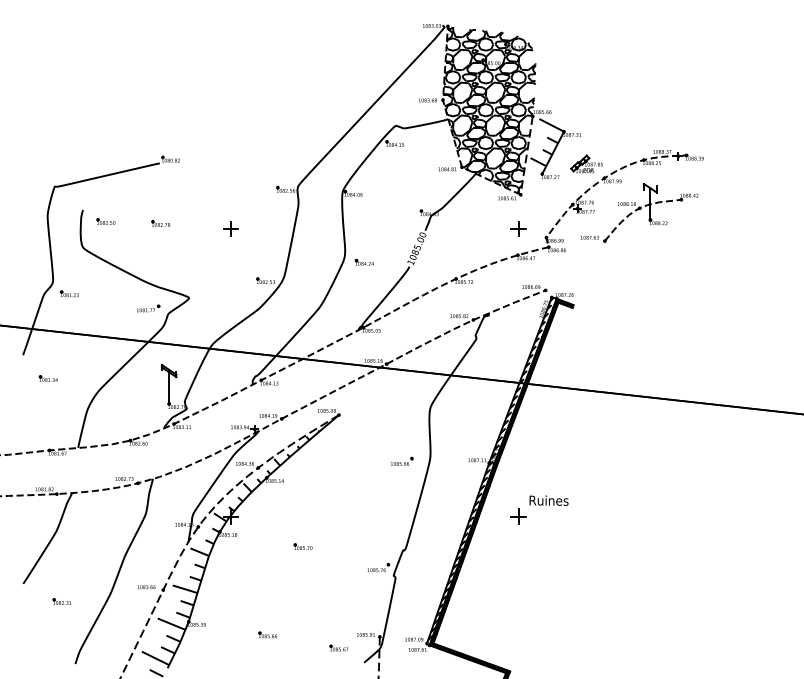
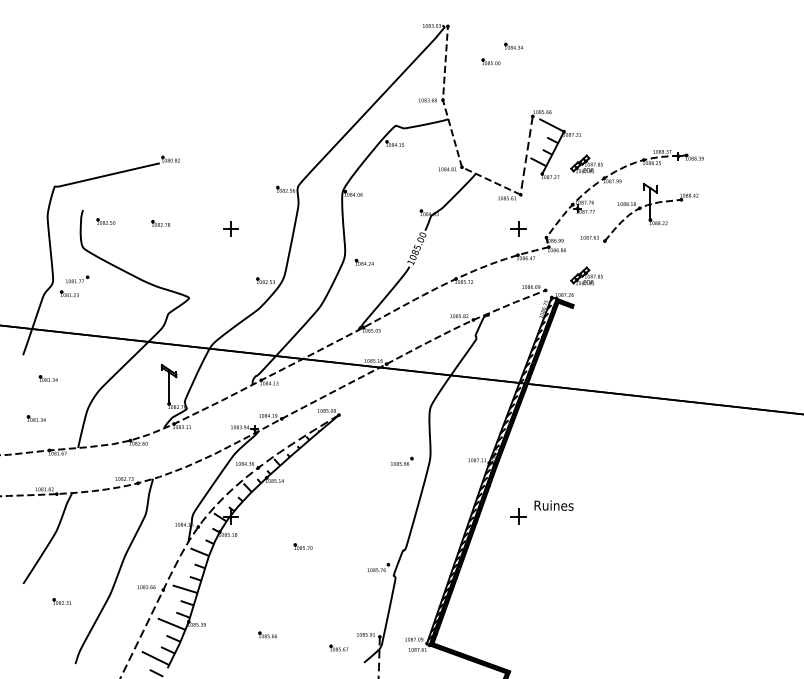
hatch at (489, 109): present -> none
part at (586, 275): none -> present
part at (148, 308) position: (148, 308) -> (77, 279)
part at (35, 418): none -> present
text at (548, 500) position: (548, 500) -> (553, 505)
